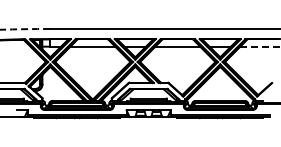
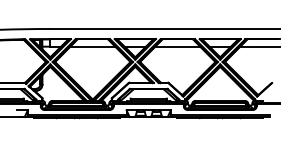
arc at (24, 29): dashed -> solid
line at (260, 46): dashed -> solid
